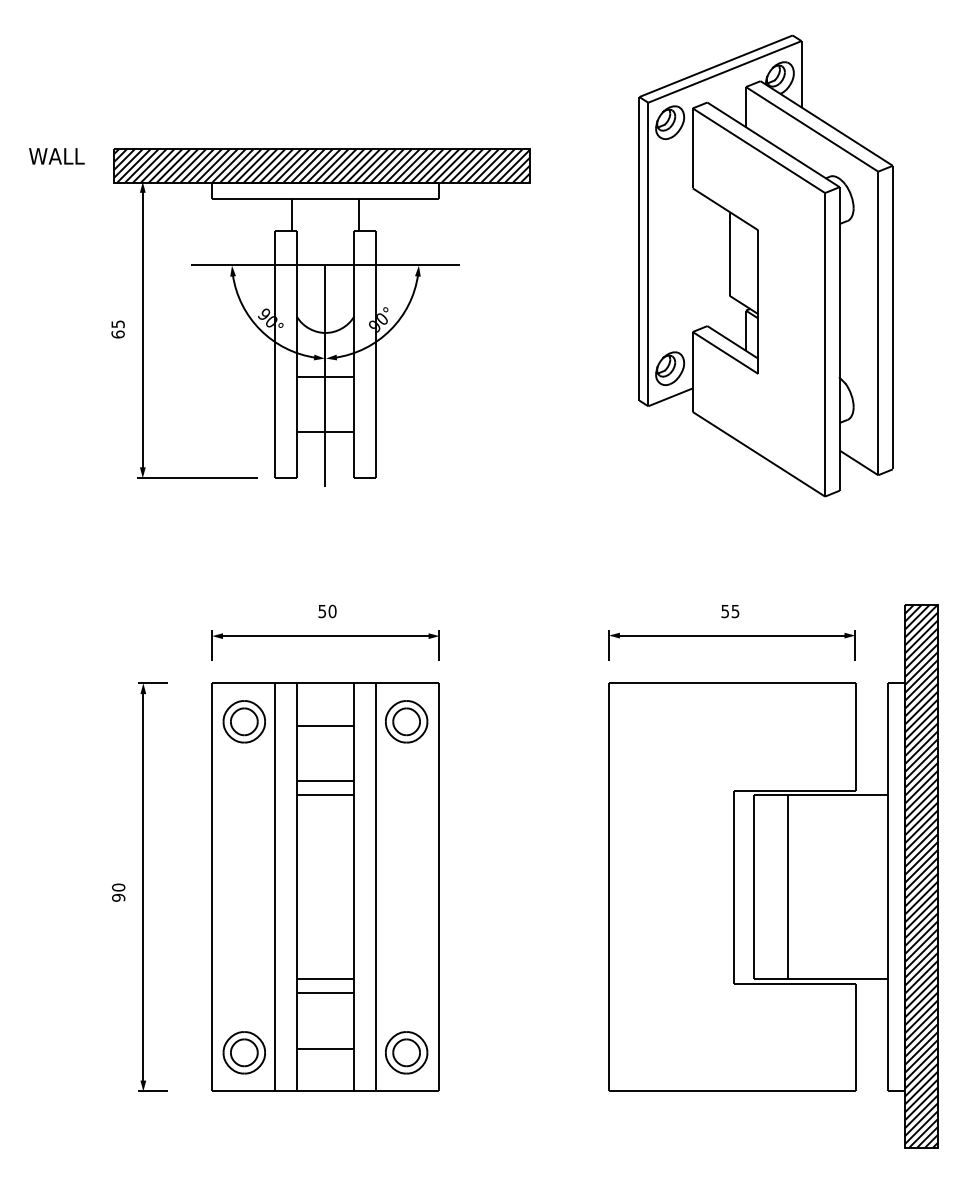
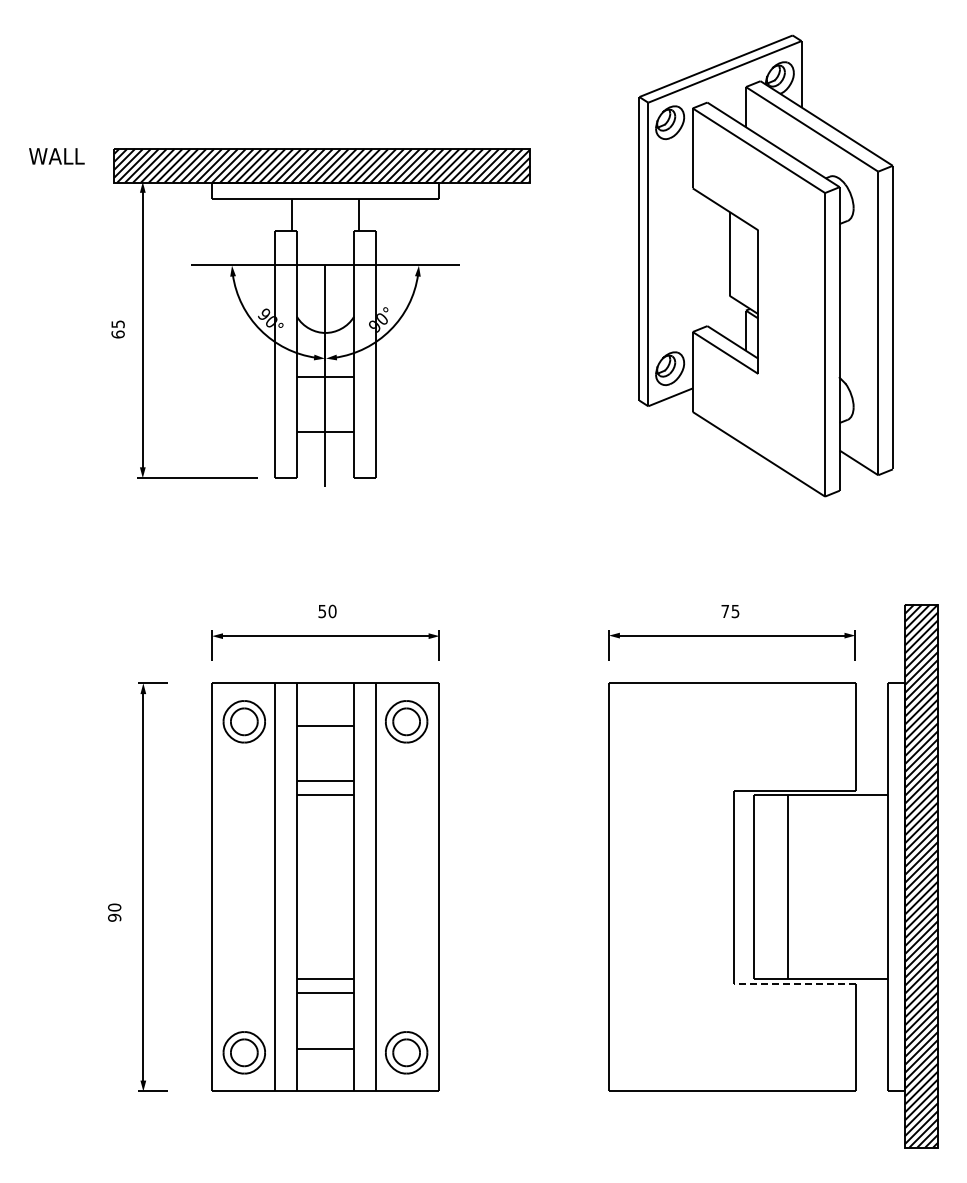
text at (724, 611): 55 -> 75
text at (118, 892) position: (118, 892) -> (114, 912)
line at (794, 983): solid -> dashed
